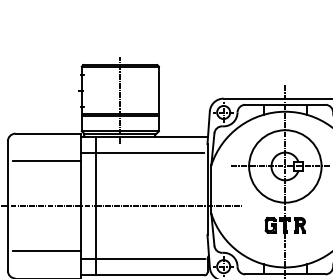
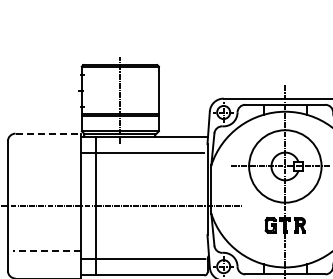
line at (48, 133): solid -> dashed
line at (47, 161): present -> none
line at (47, 250): solid -> dashed
